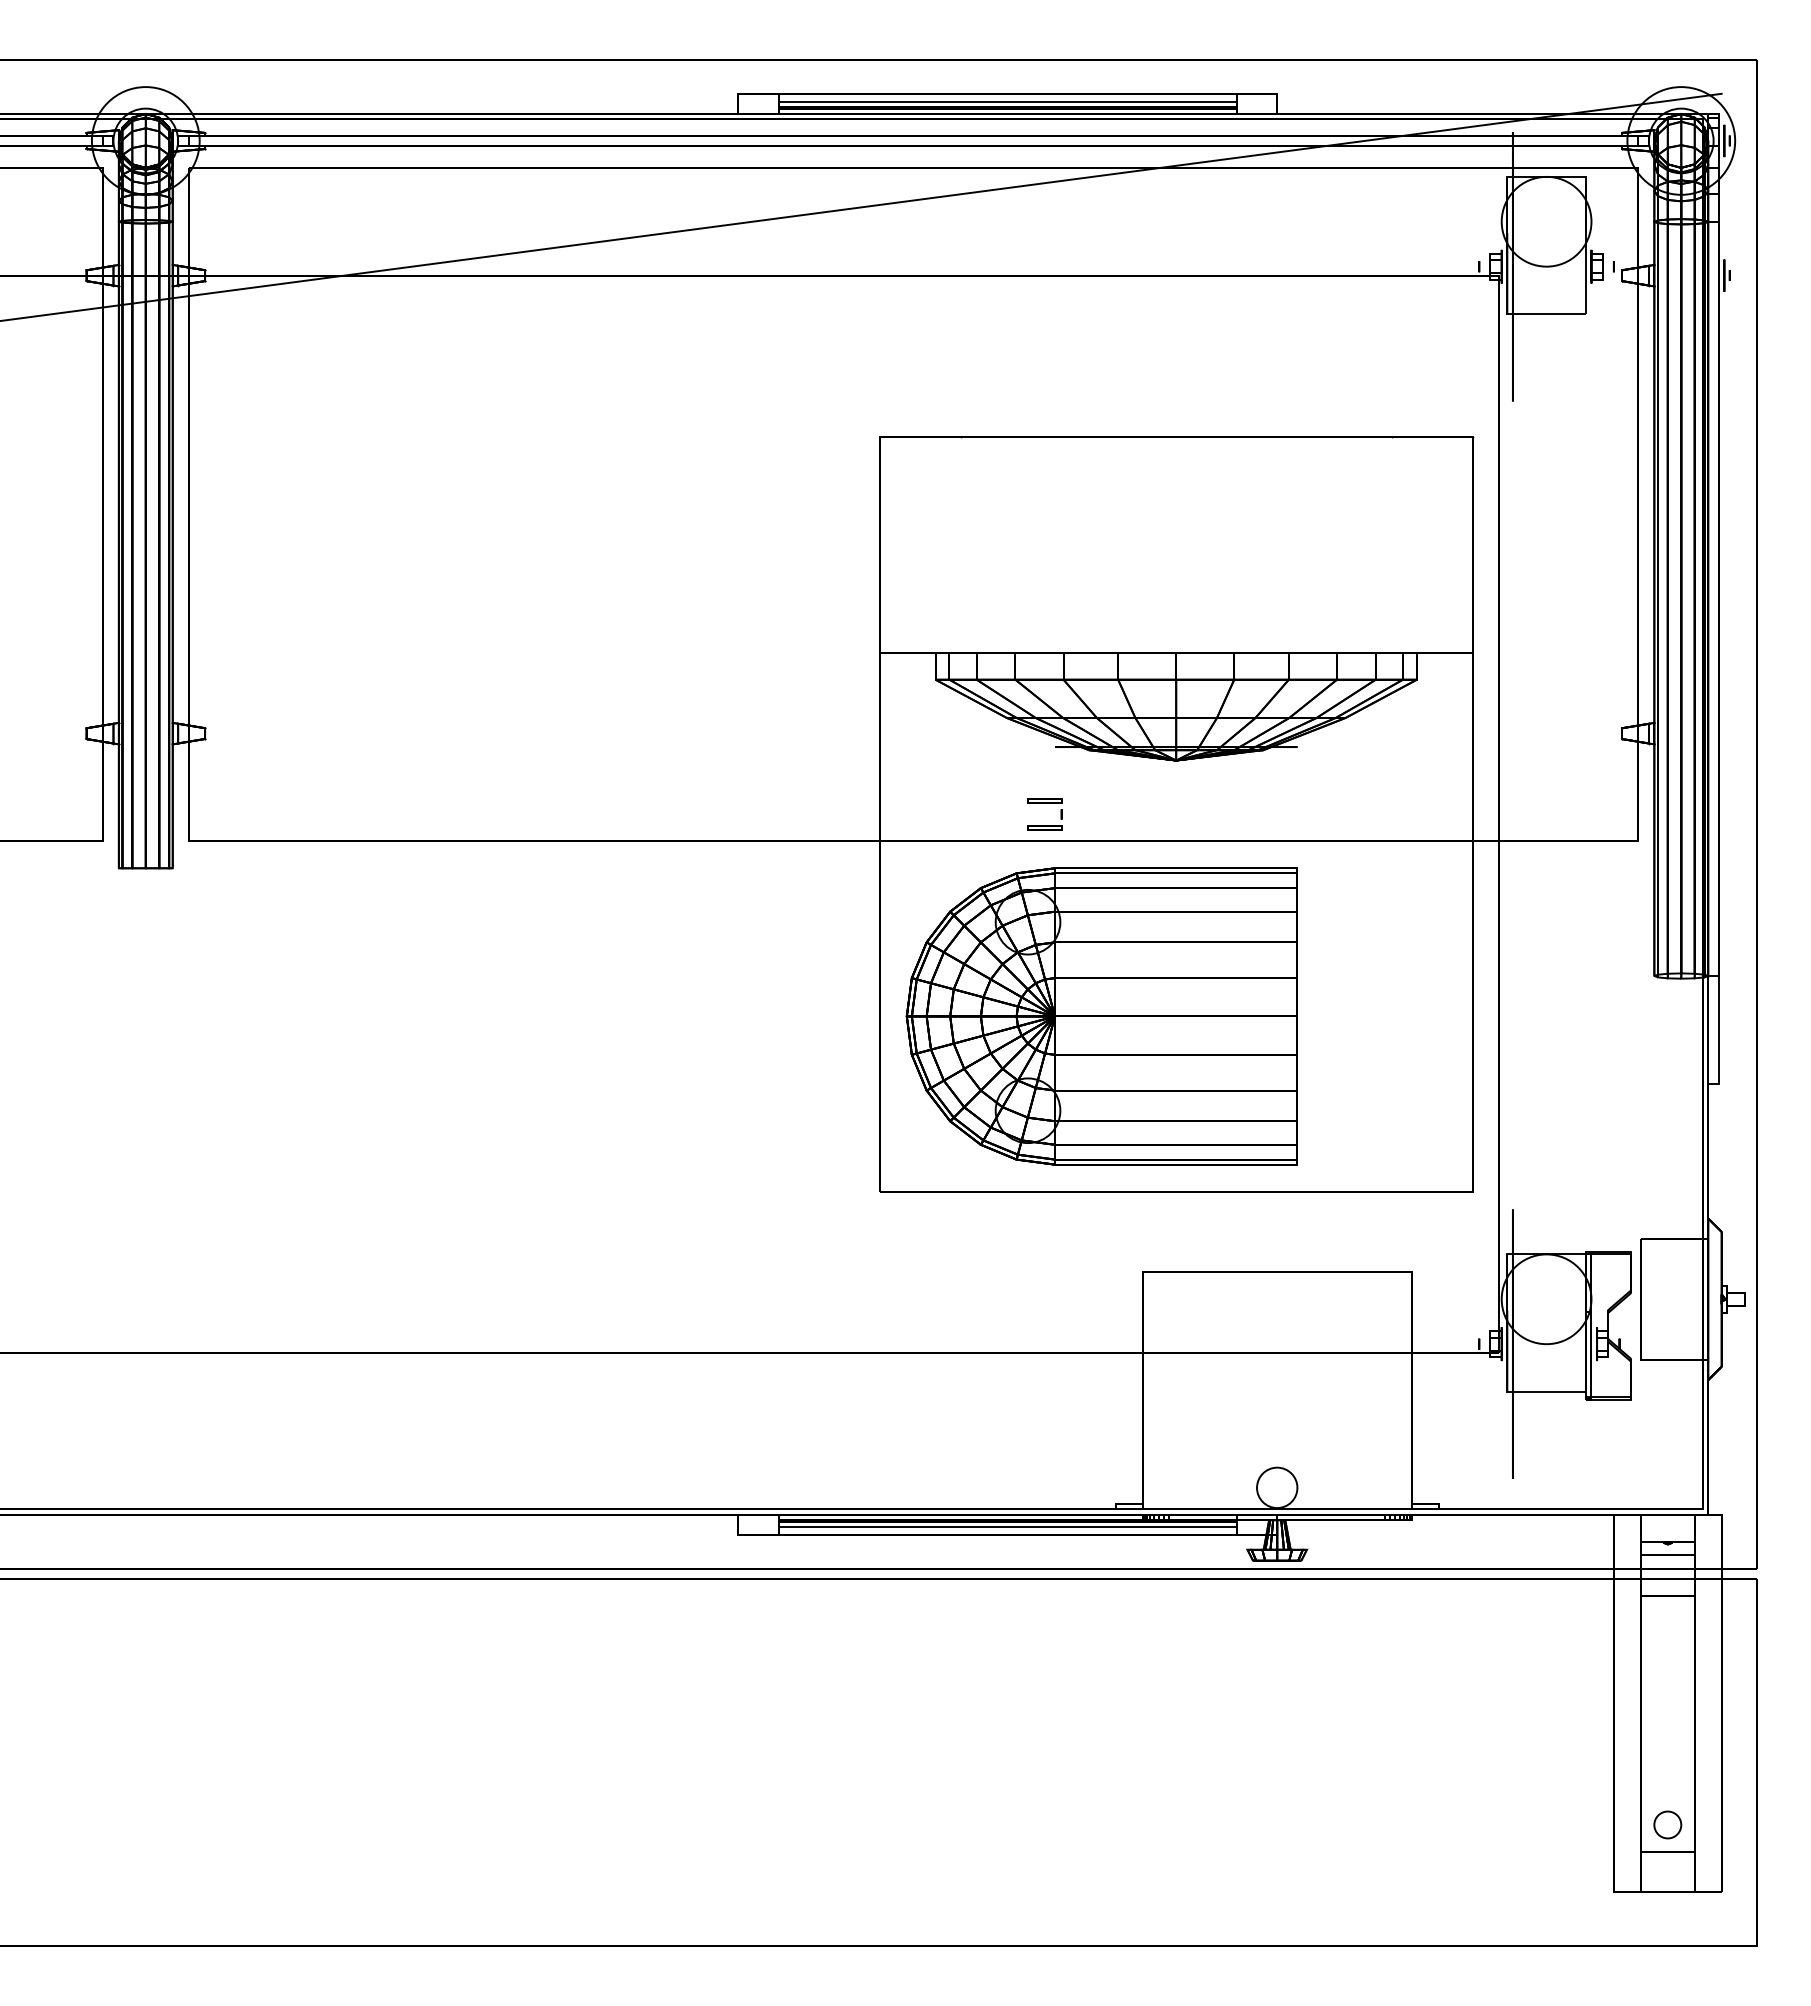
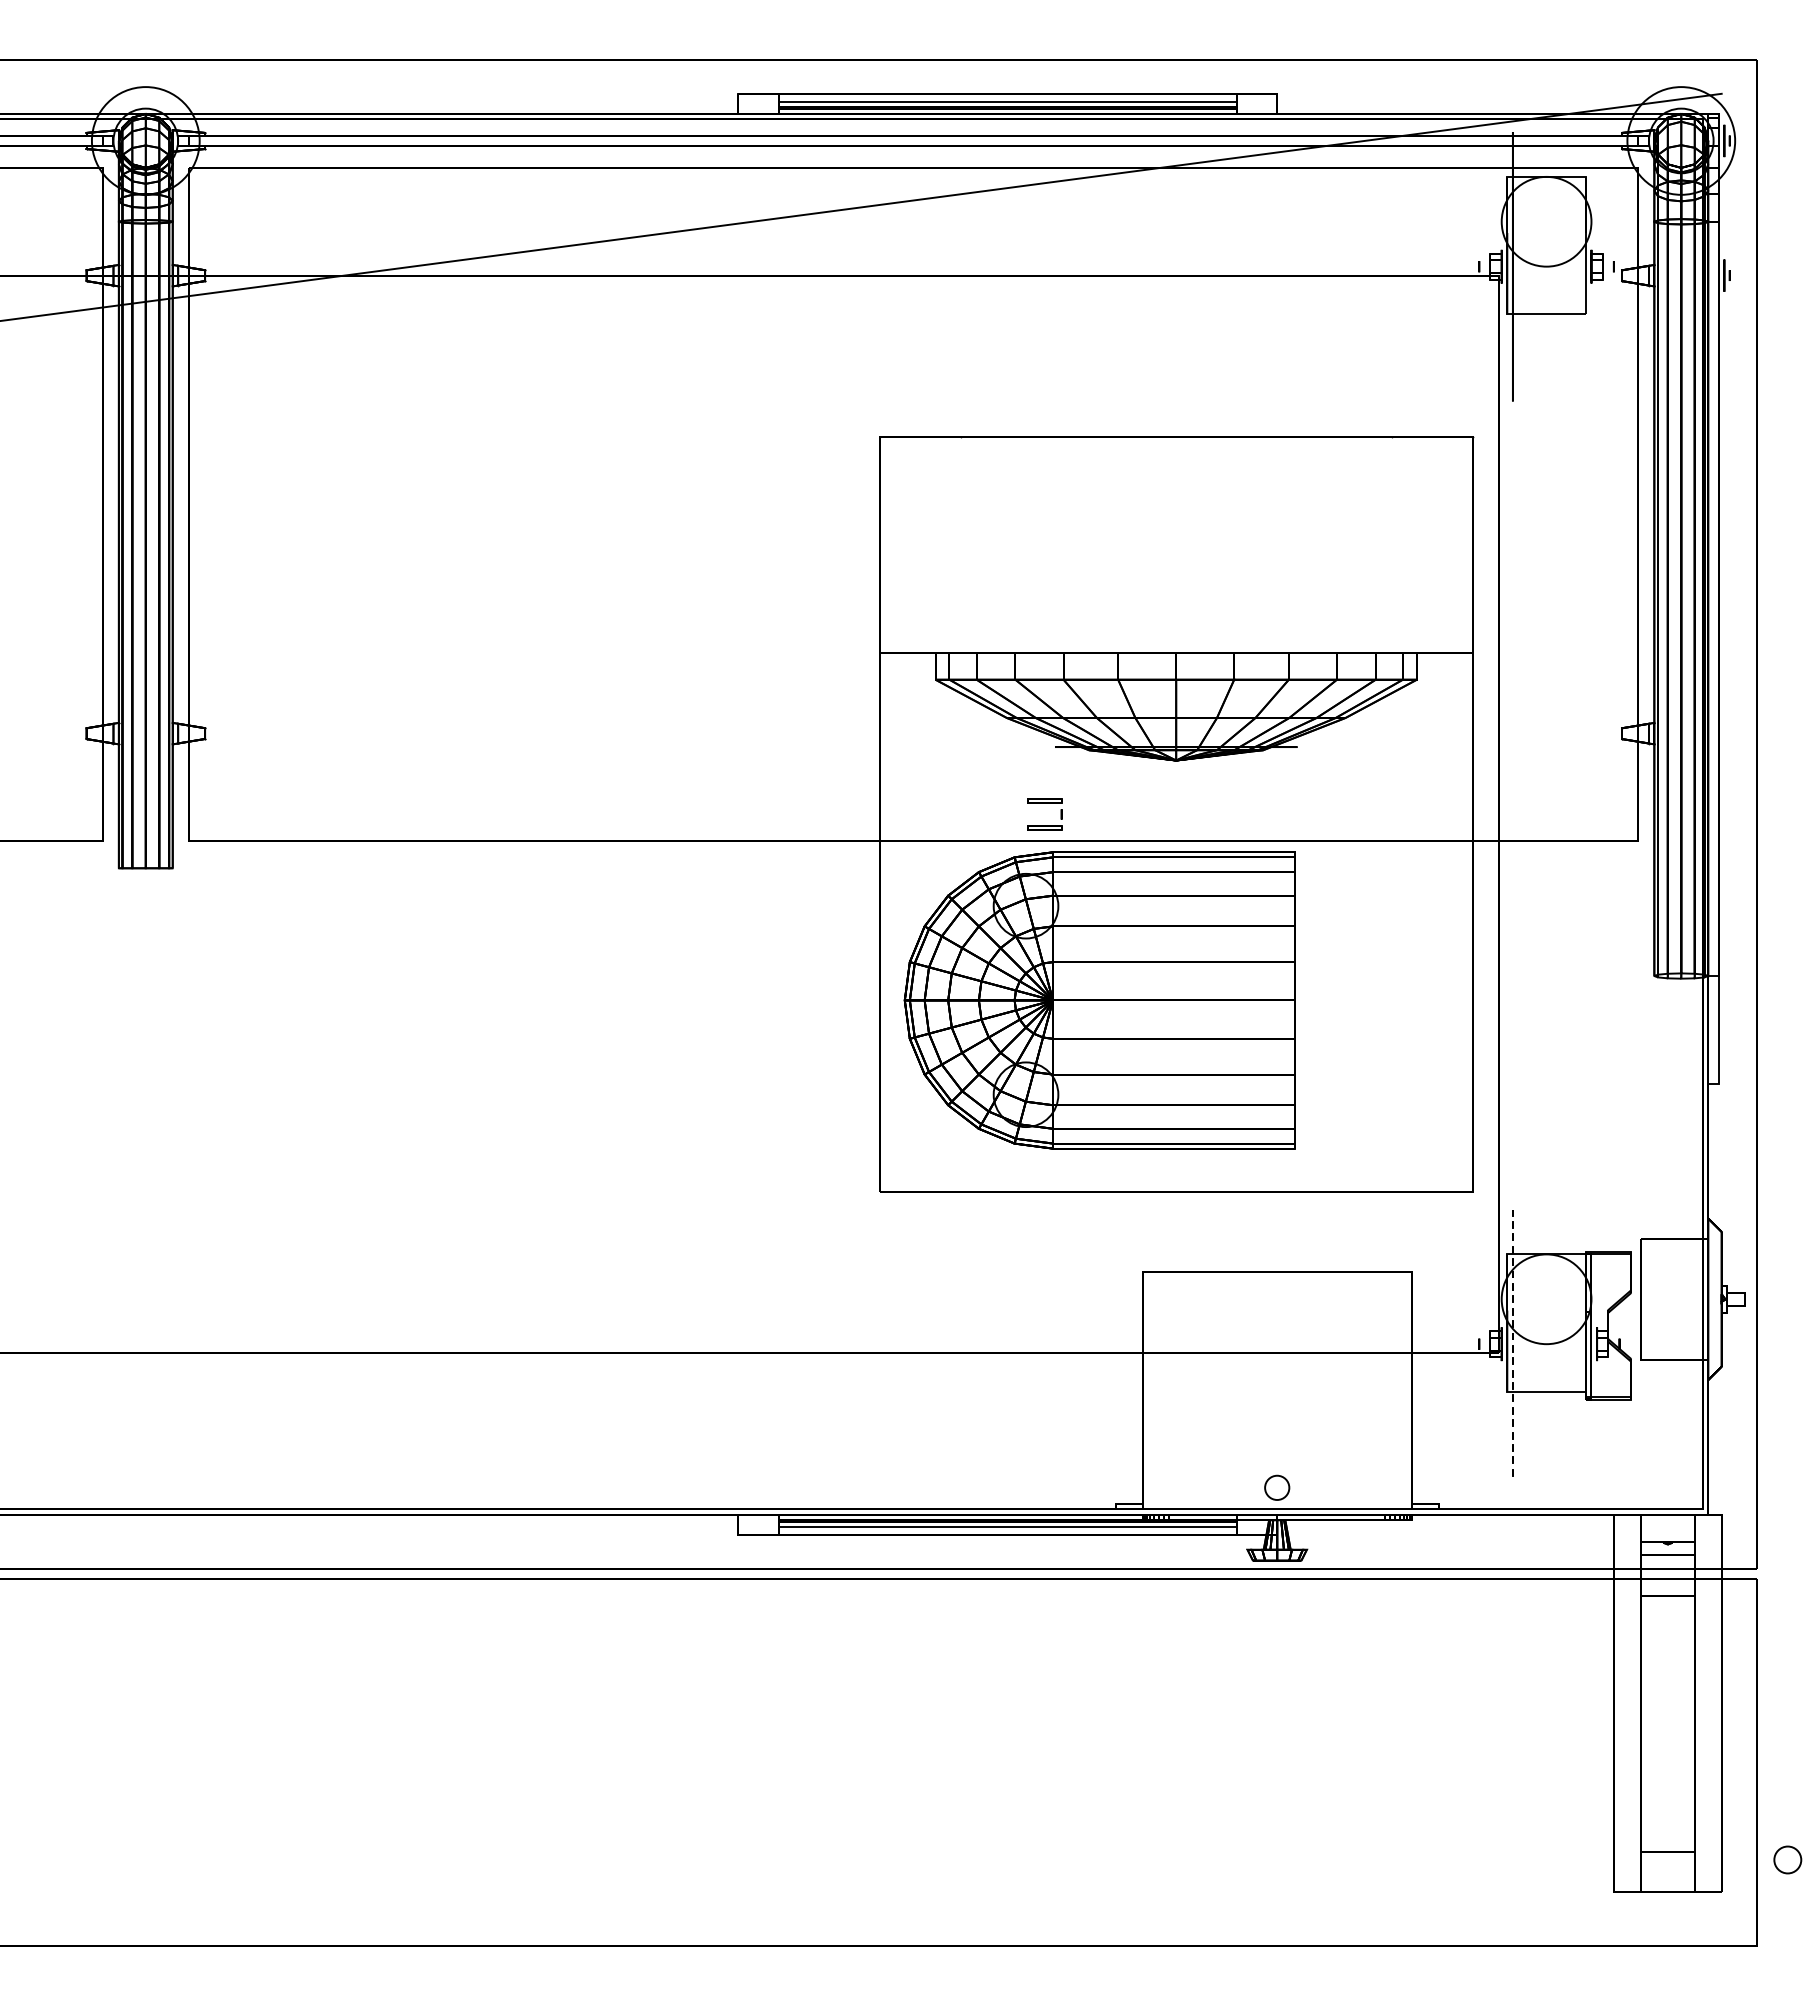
part at (1101, 1016) position: (1101, 1016) -> (1099, 1000)
circle at (1512, 1343): solid -> dashed
circle at (1277, 1487) diameter: 40 px -> 24 px
circle at (1667, 1824) position: (1667, 1824) -> (1787, 1859)
